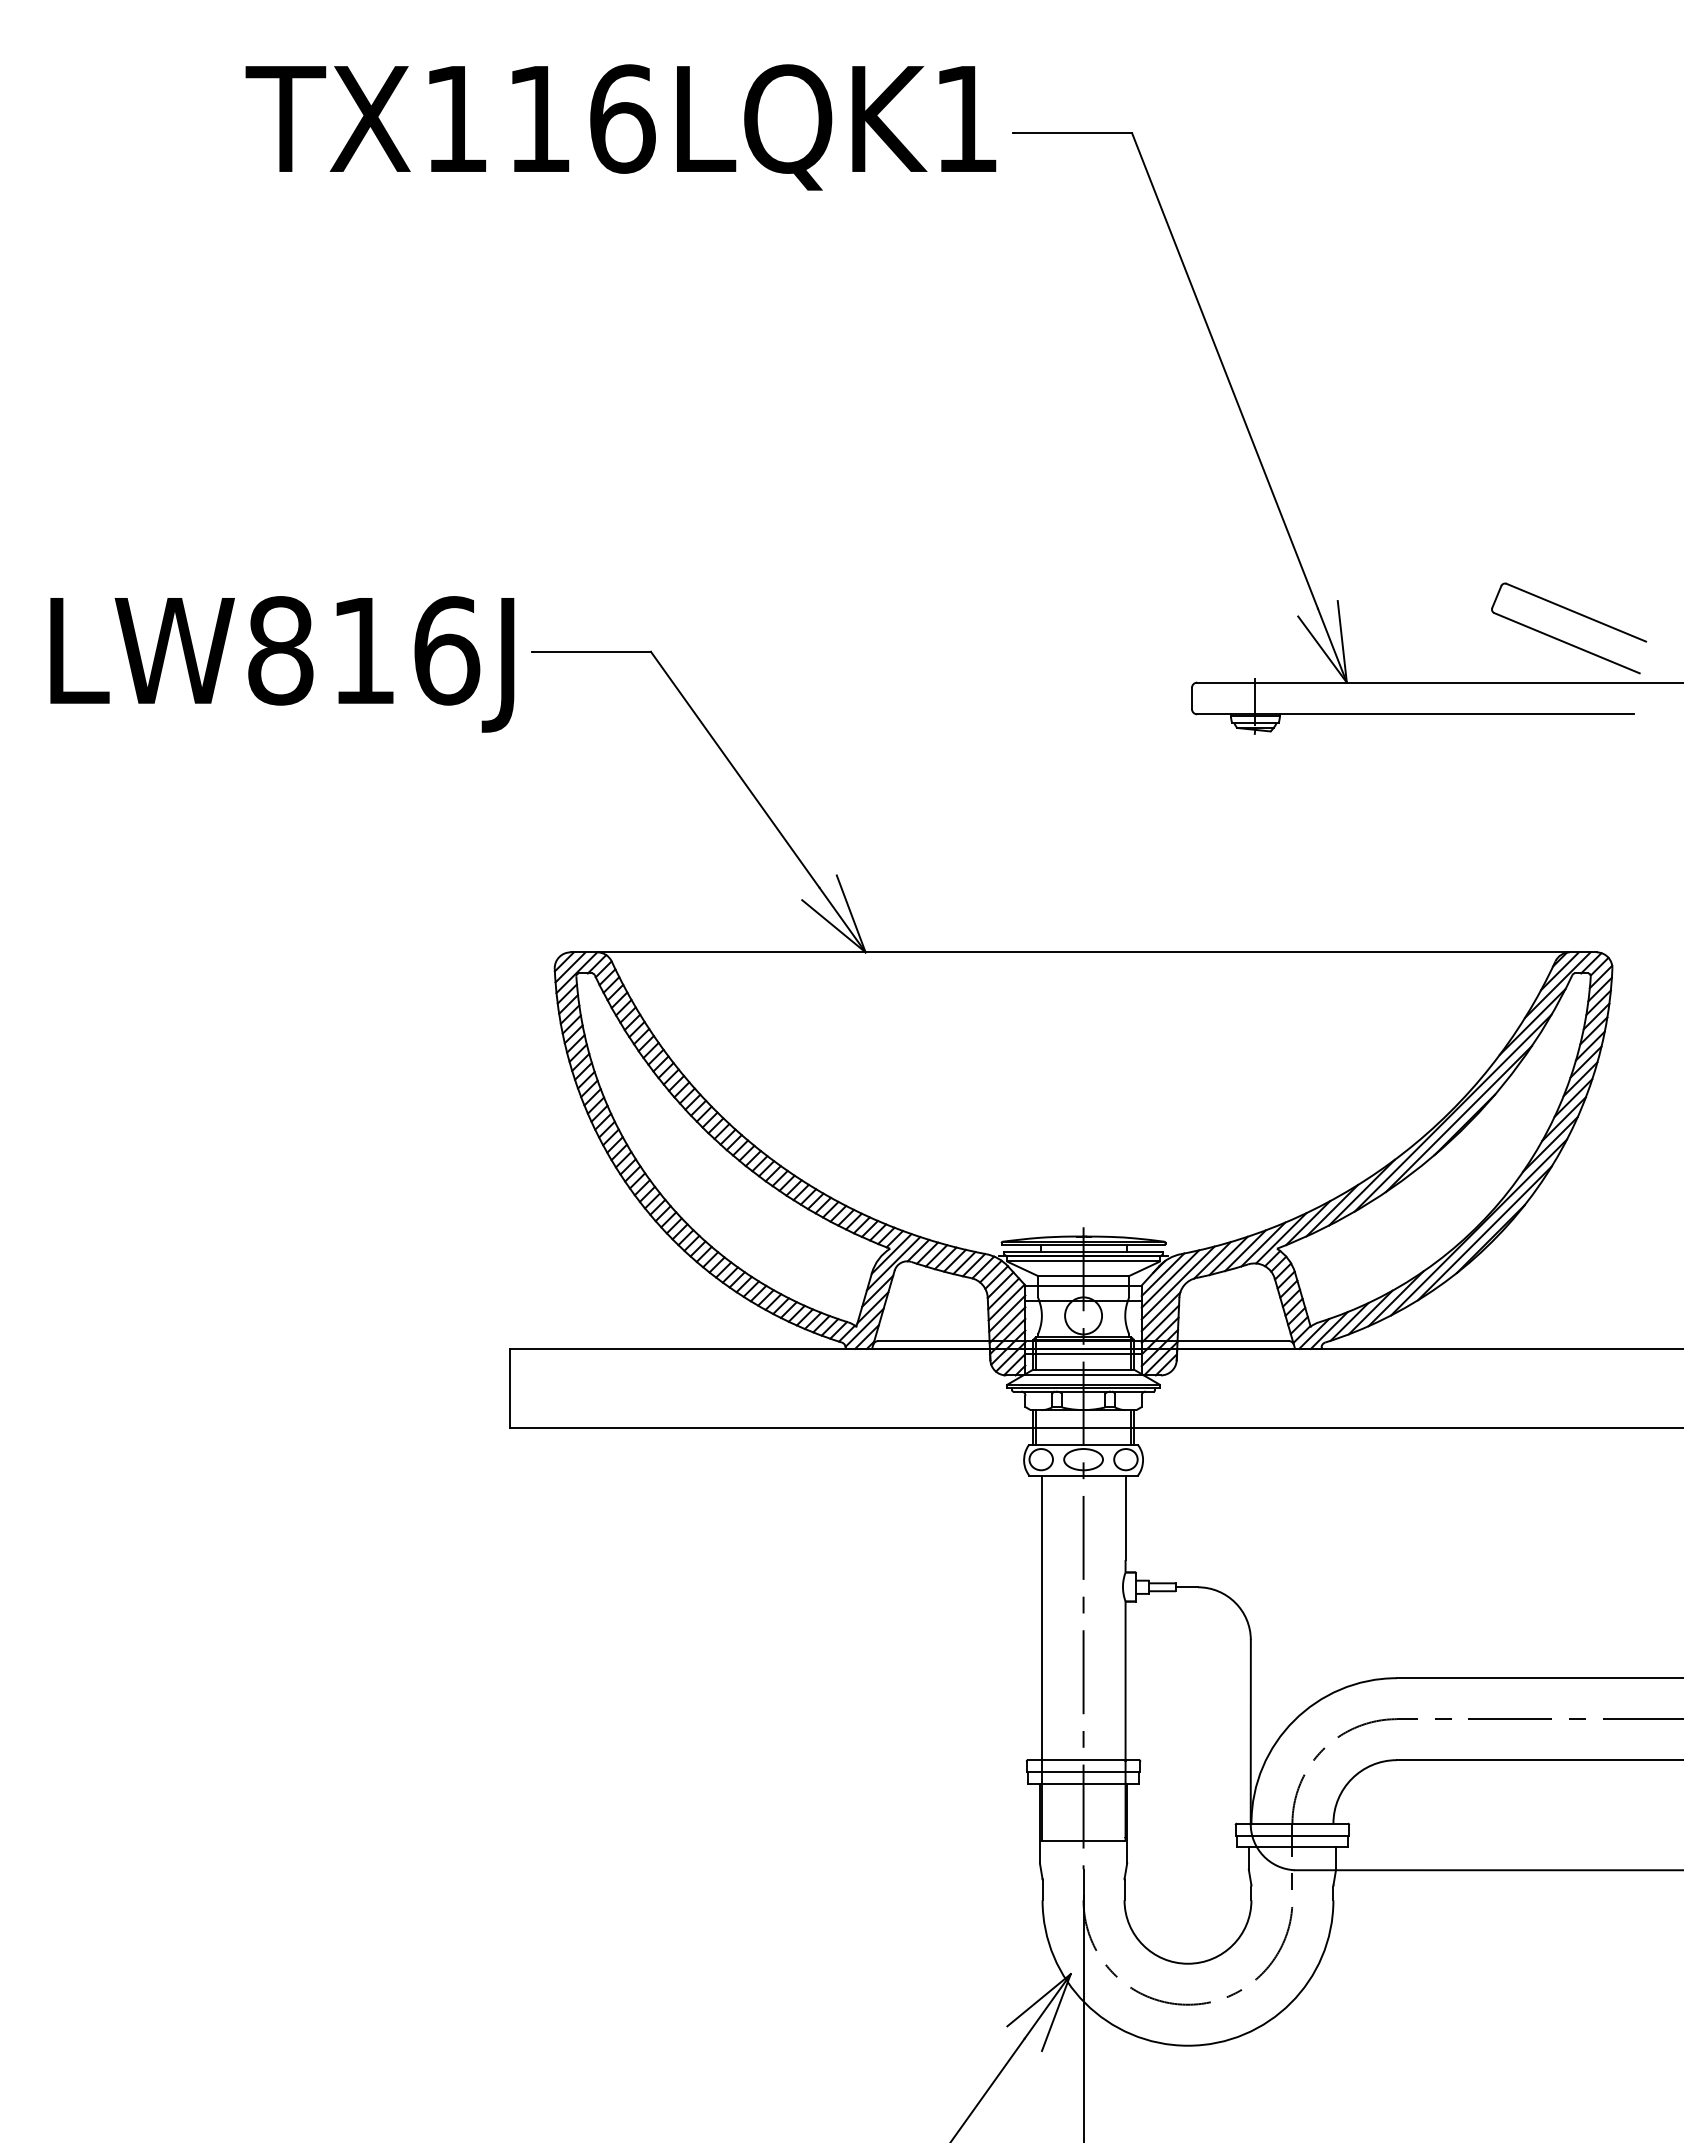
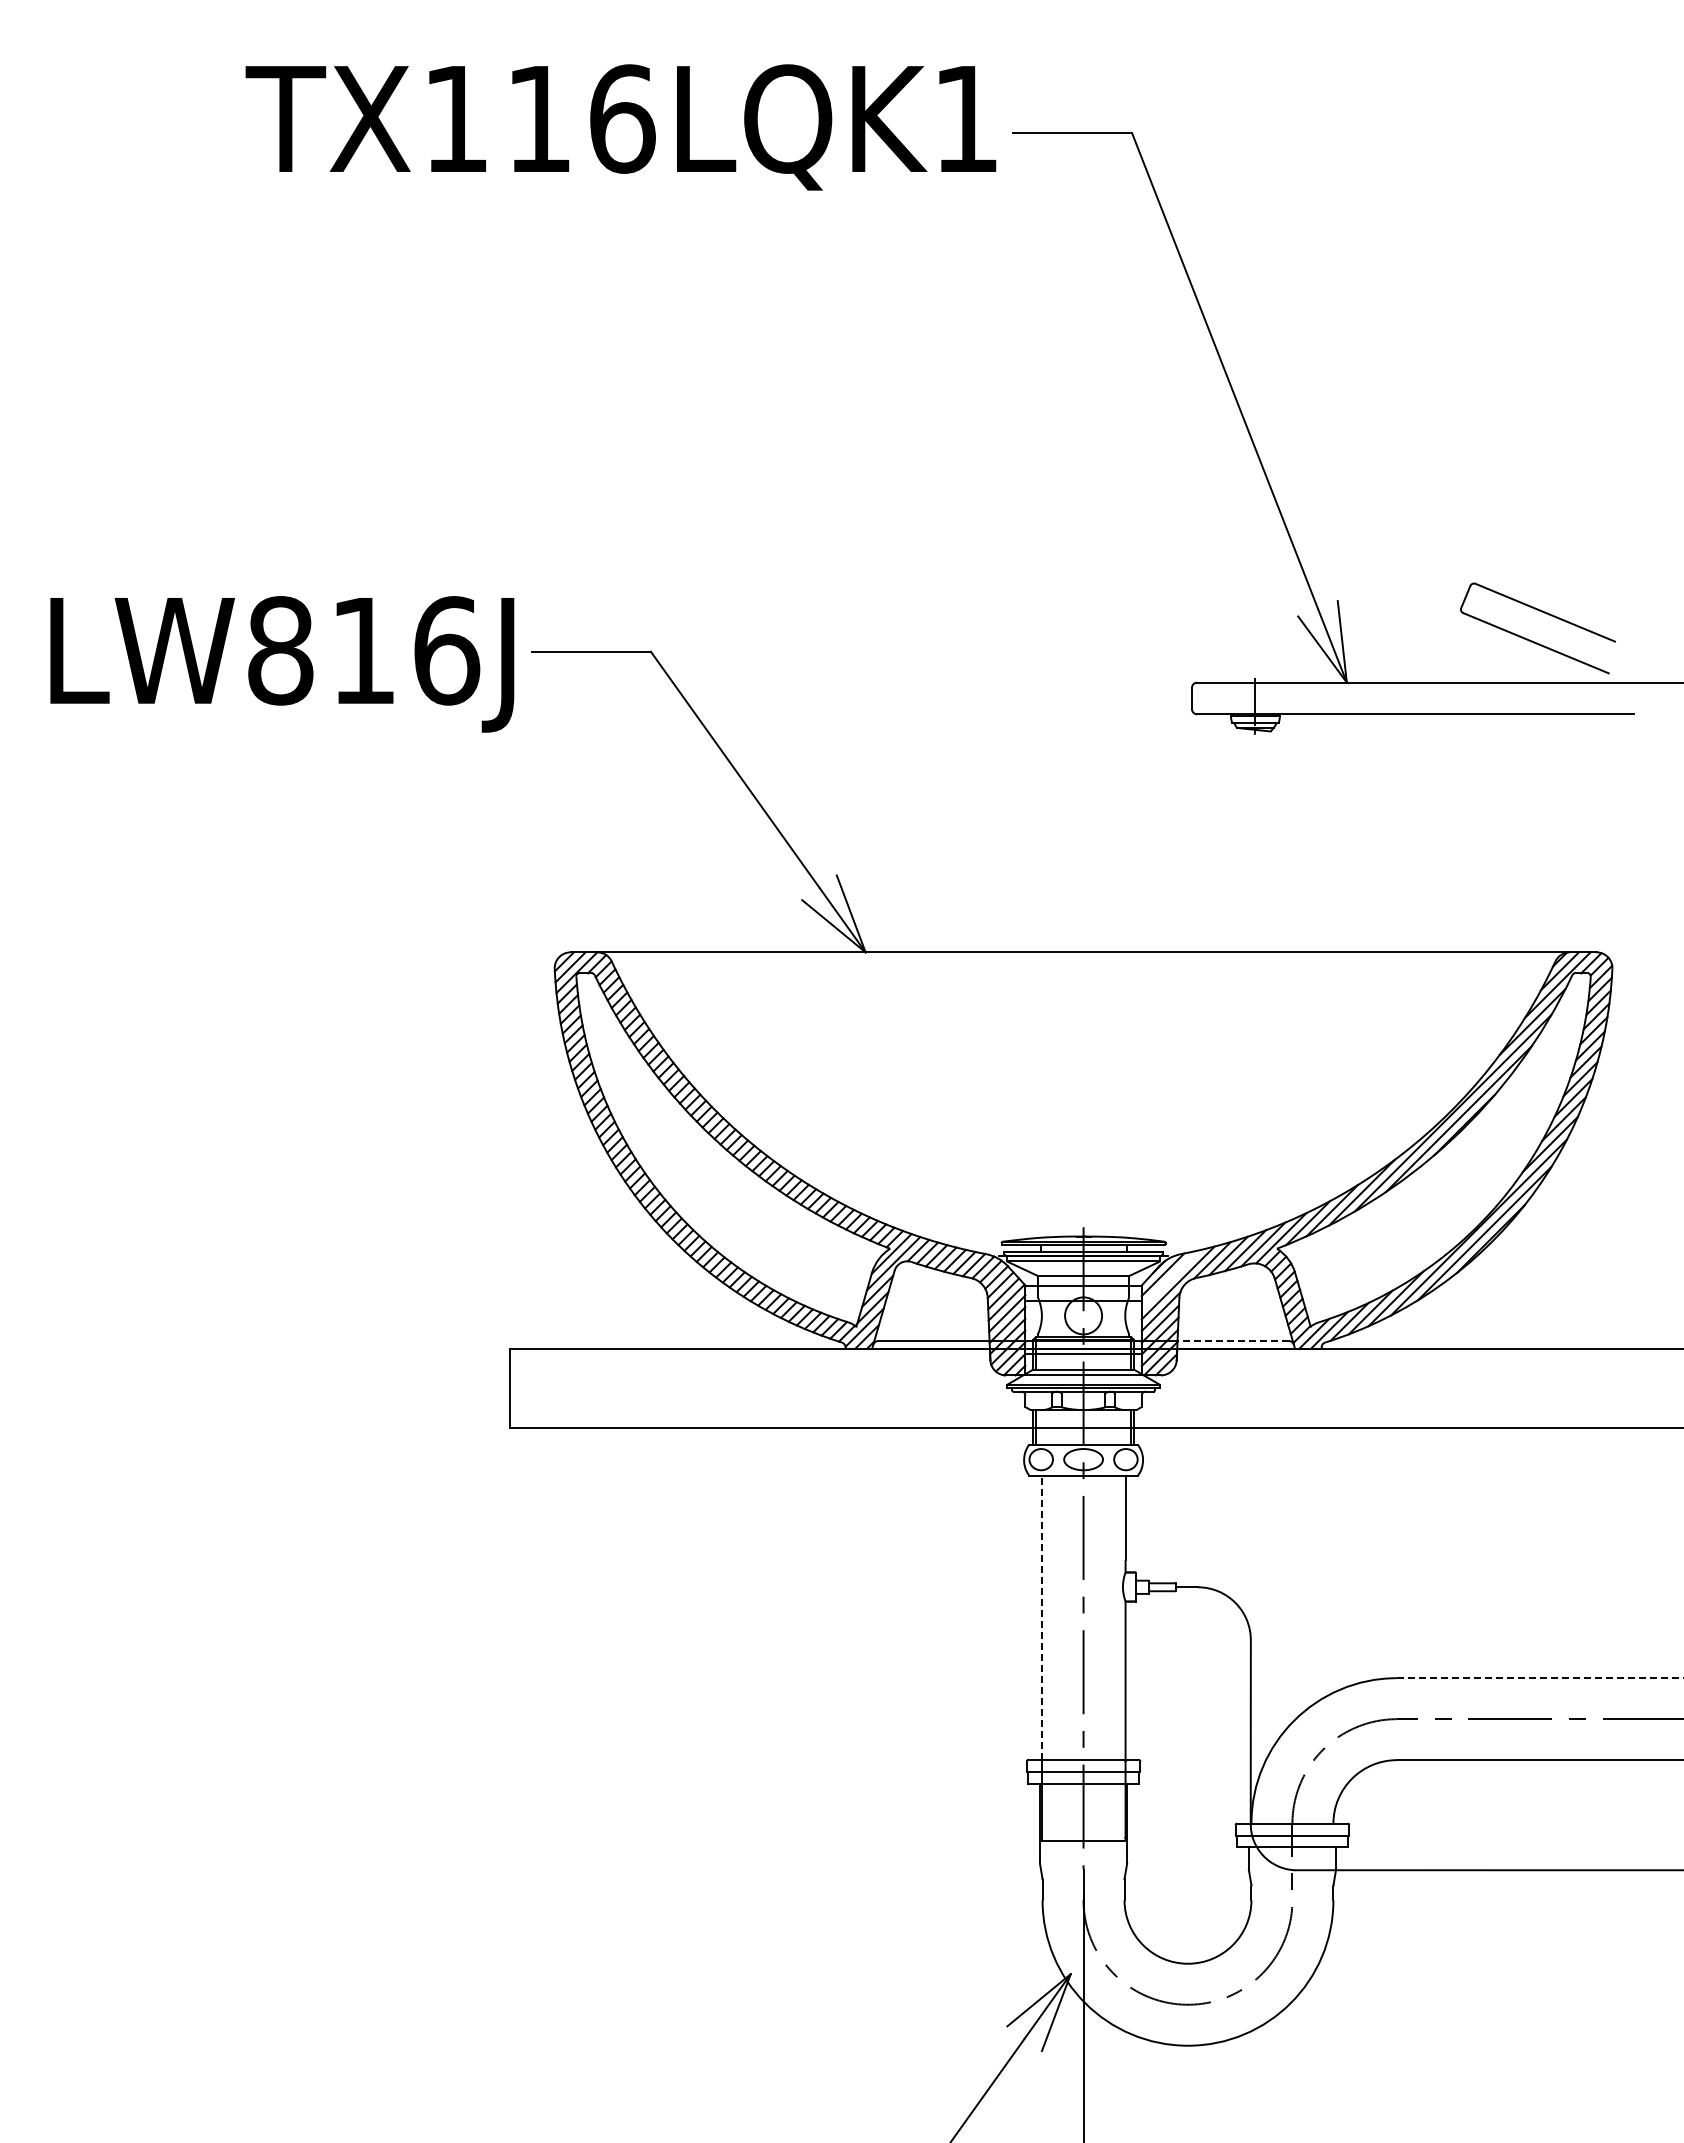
part at (1563, 640) position: (1563, 640) -> (1532, 640)
line at (1170, 1278): present -> none
line at (1233, 1341): solid -> dashed
line at (1041, 1617): solid -> dashed
line at (1540, 1678): solid -> dashed
